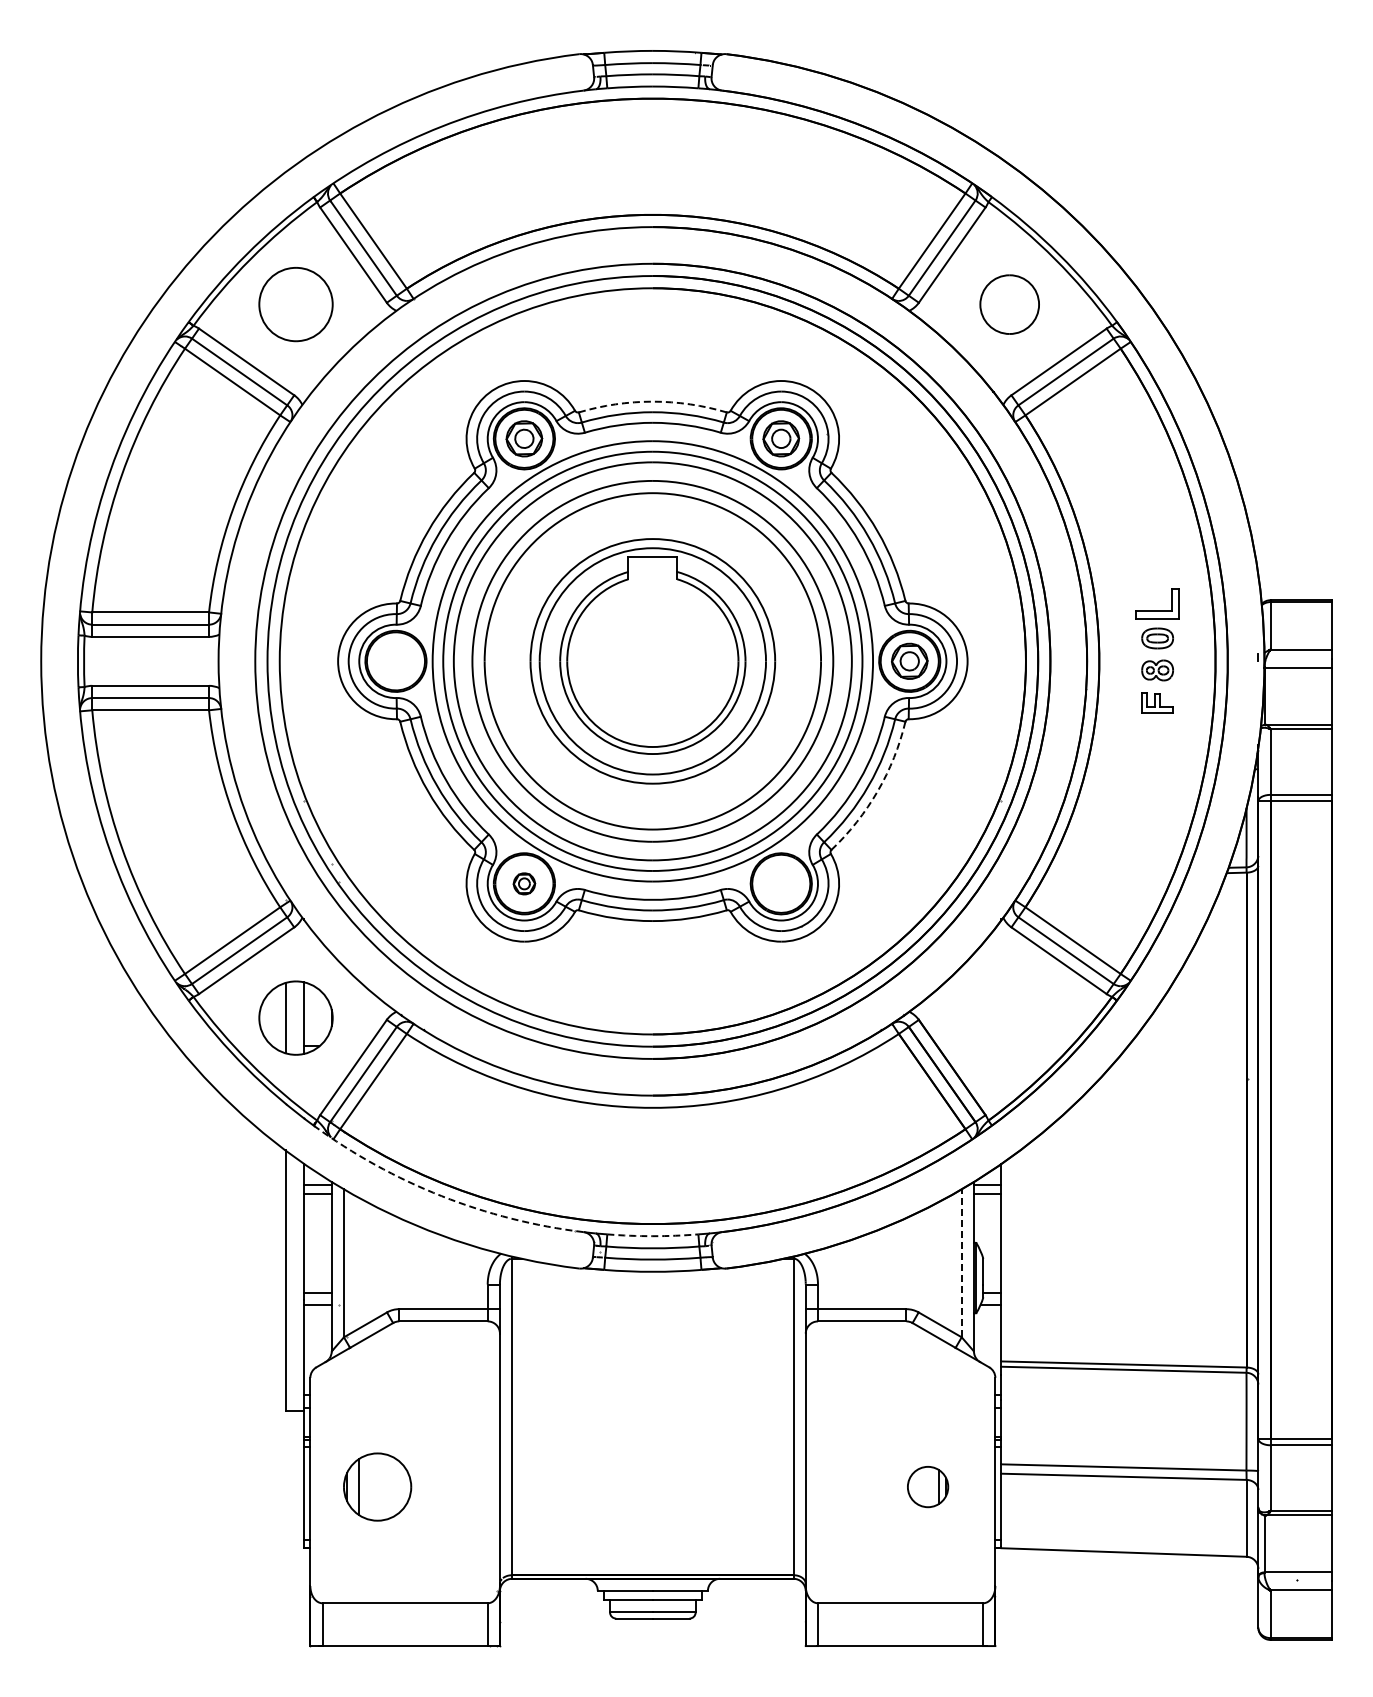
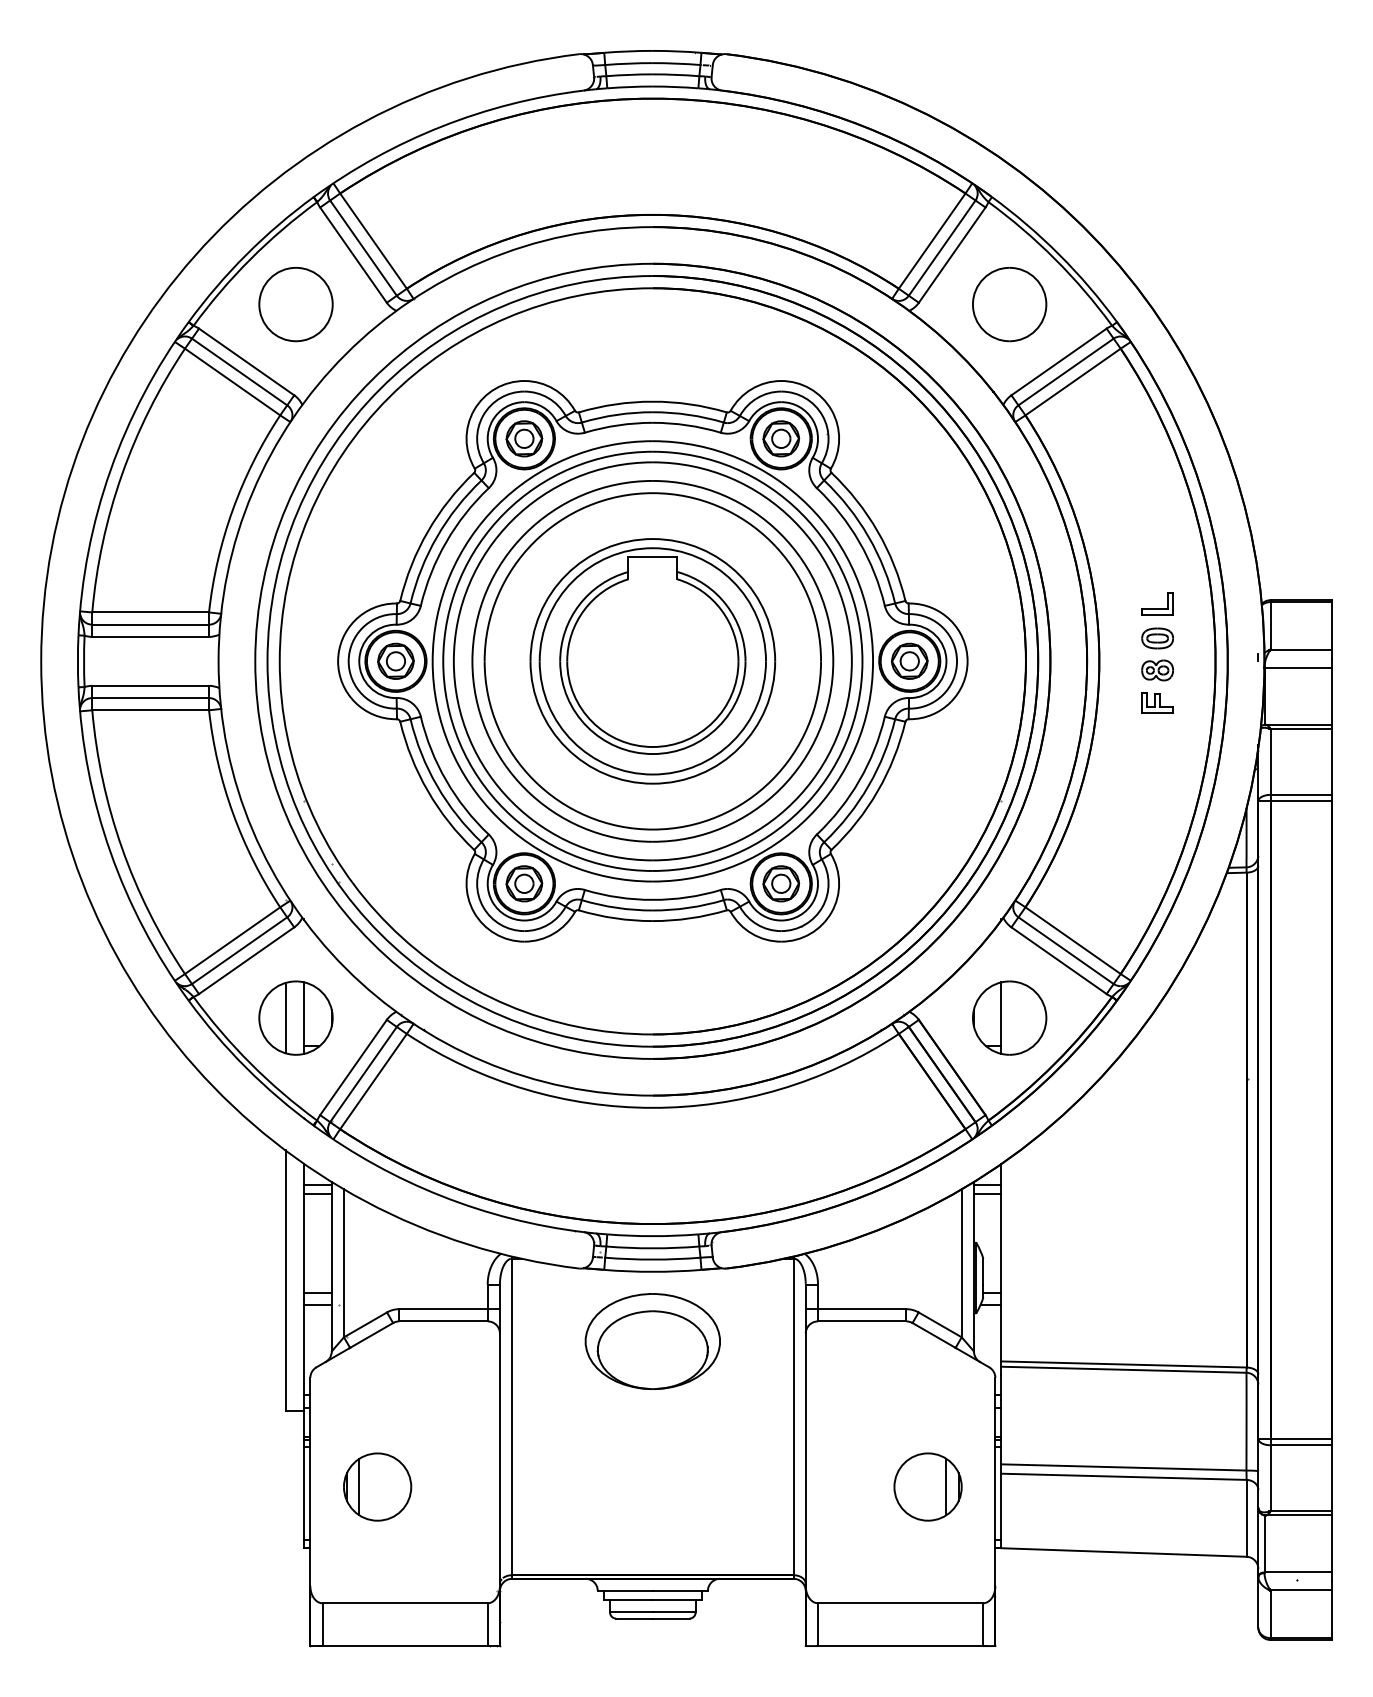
part at (1009, 304) size: 61x61 px -> 76x76 px
arc at (652, 401): dashed -> solid
part at (1157, 603) size: 45x32 px -> 33x24 px
part at (395, 660): none -> present
arc at (877, 791): dashed -> solid
part at (524, 883) size: 25x24 px -> 39x38 px
part at (781, 883): none -> present
part at (1009, 1017): none -> present
arc at (441, 1196): dashed -> solid
arc at (652, 1236): dashed -> solid
line at (961, 1262): dashed -> solid
part at (652, 1341): none -> present
part at (928, 1487) size: 43x43 px -> 70x70 px
